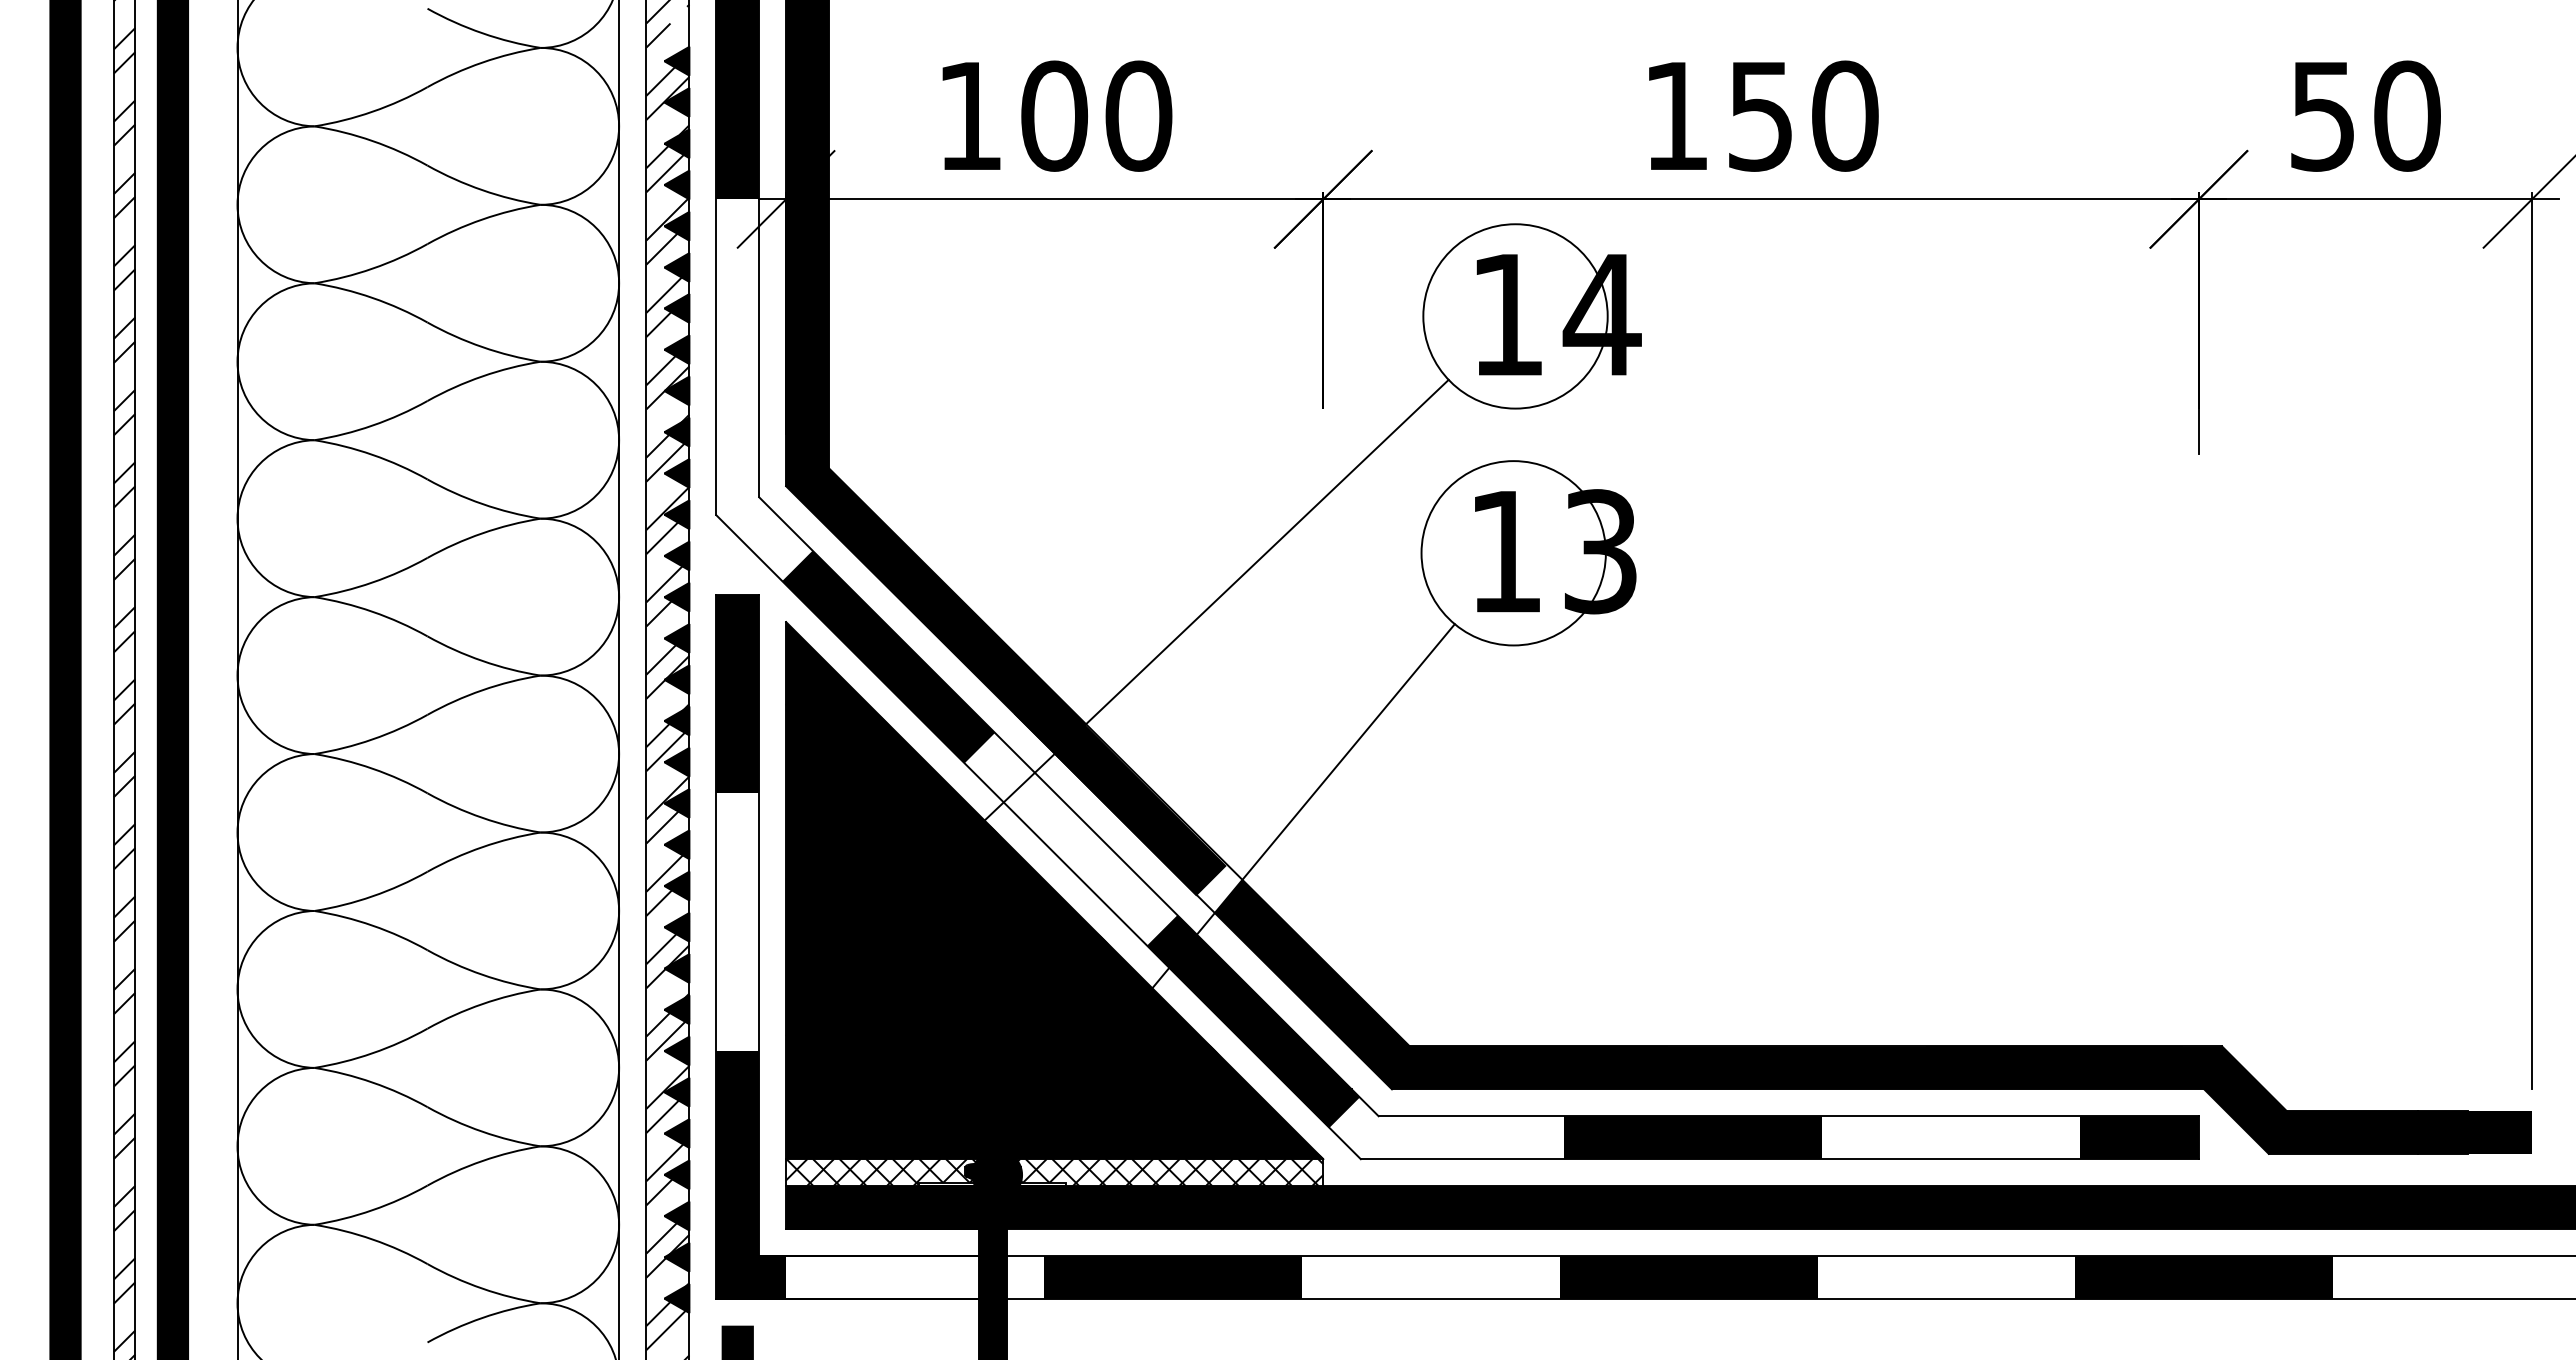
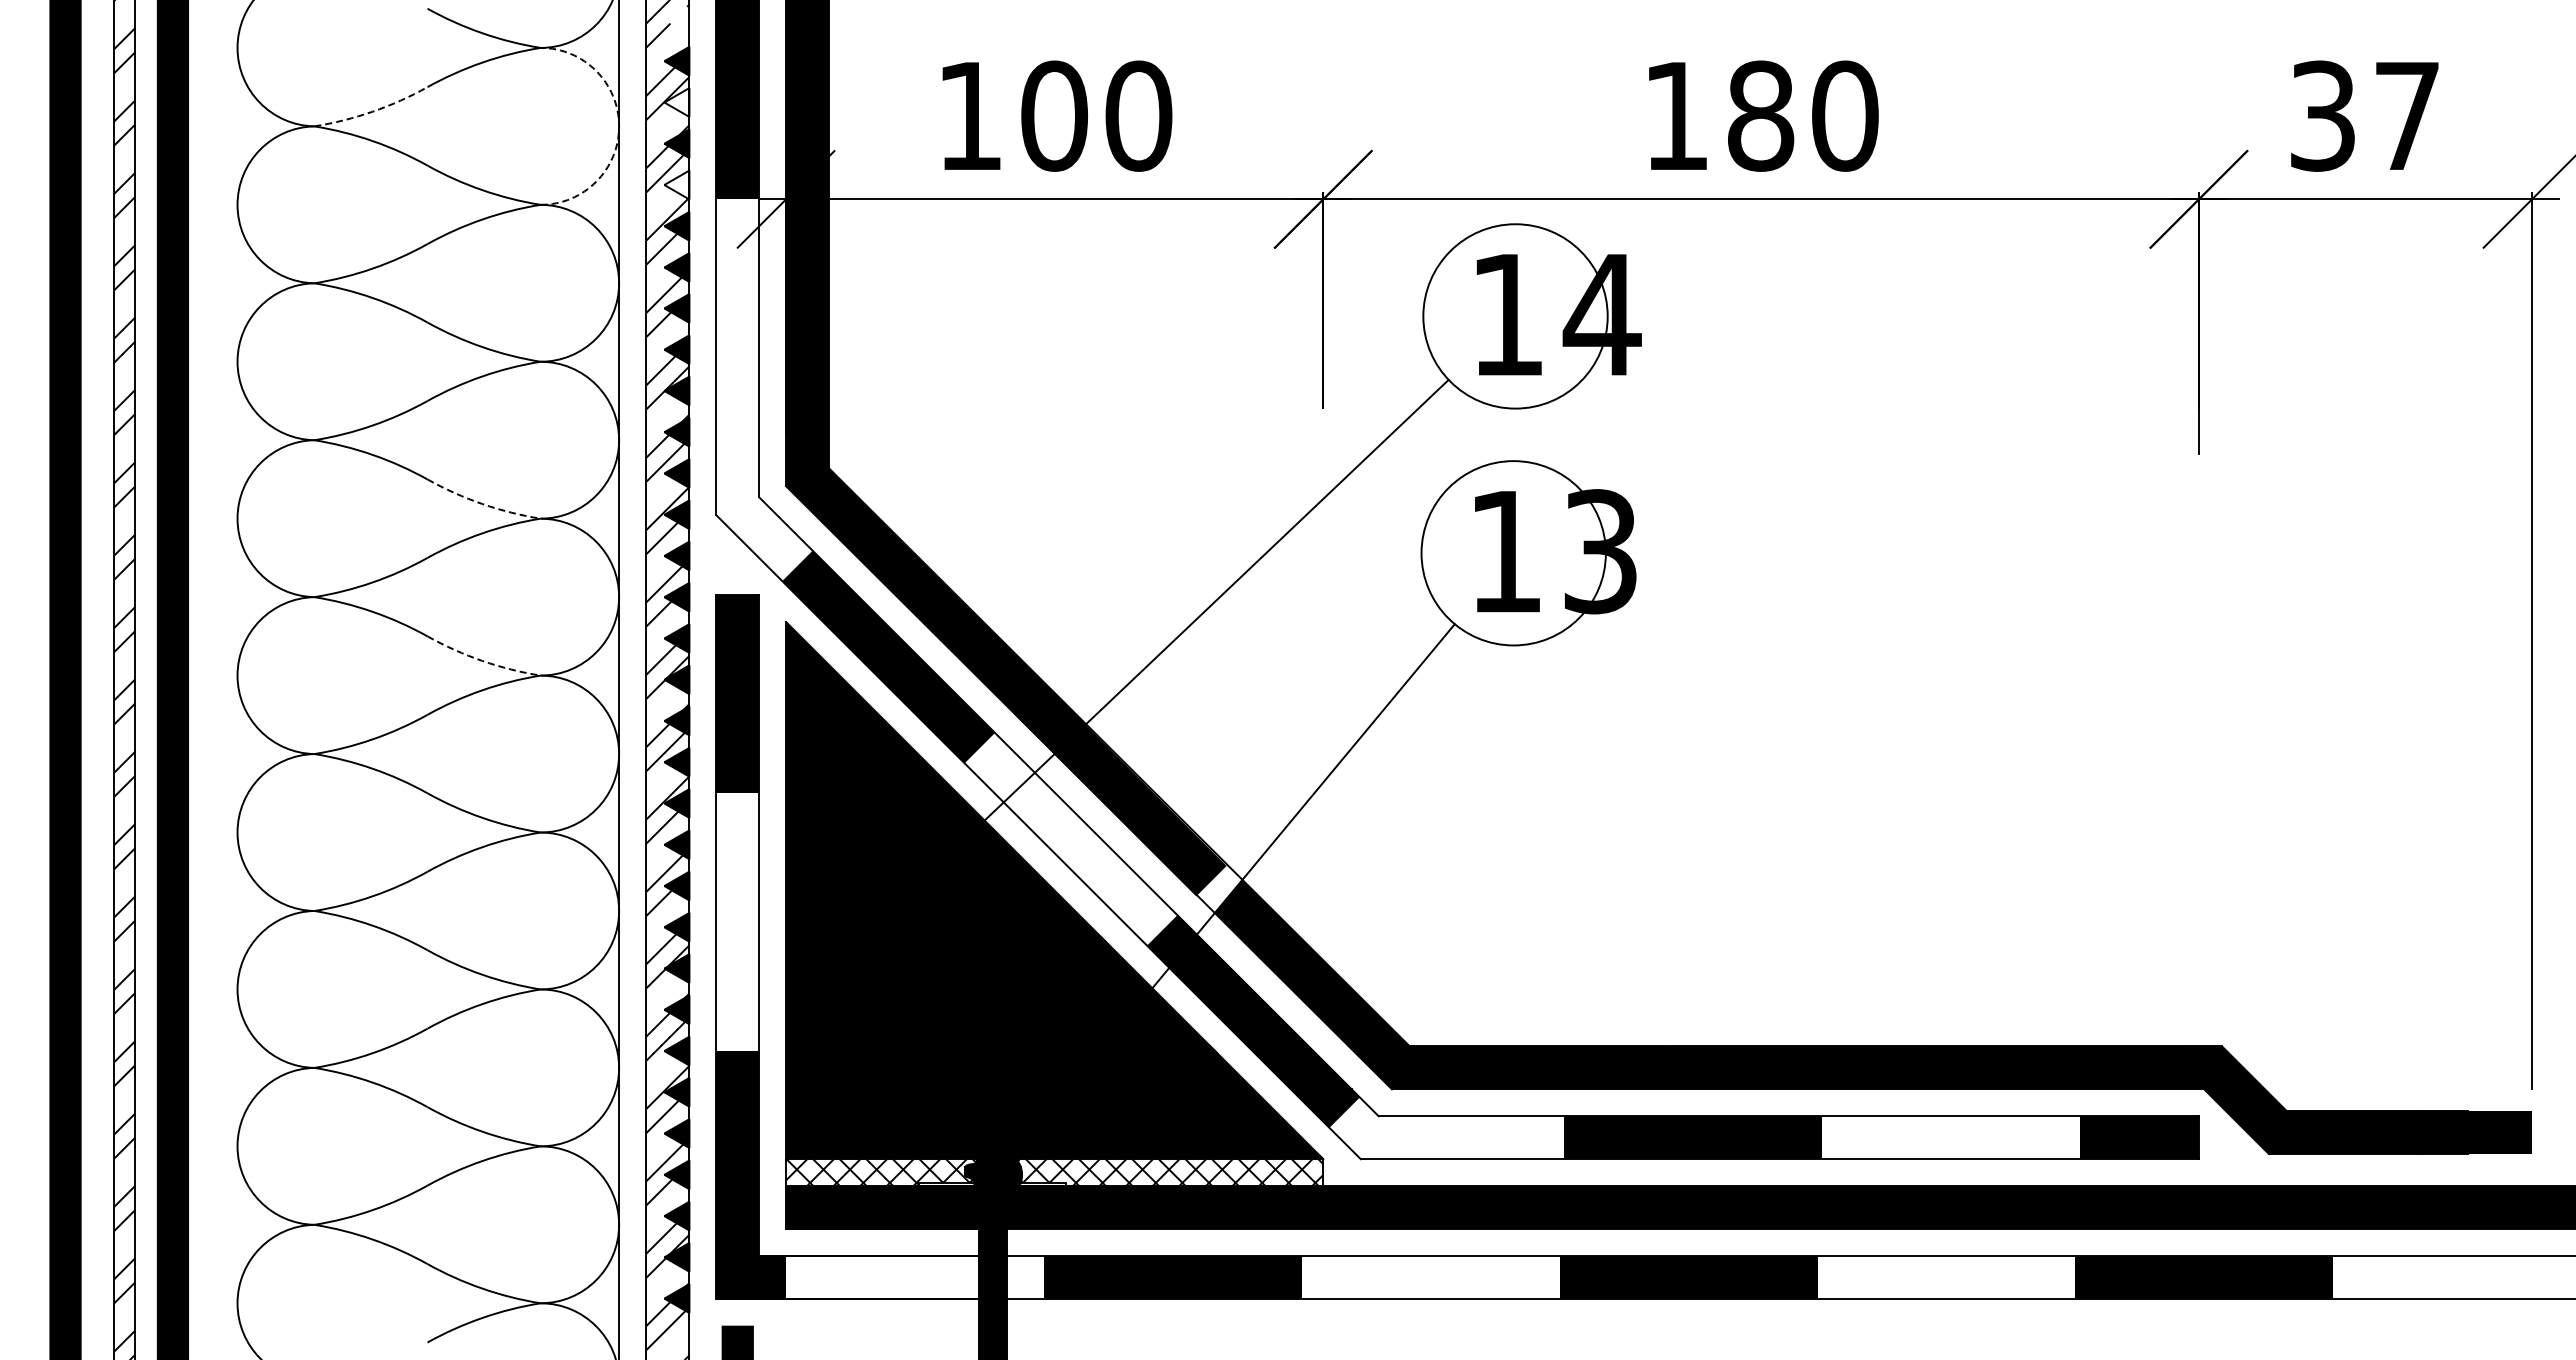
fill at (676, 102): present -> none
arc at (372, 111): solid -> dashed
text at (1761, 115): 150 -> 180
text at (2365, 115): 50 -> 37
arc at (619, 126): solid -> dashed
fill at (676, 184): present -> none
arc at (482, 504): solid -> dashed
arc at (482, 660): solid -> dashed
line at (237, 679): present -> none
